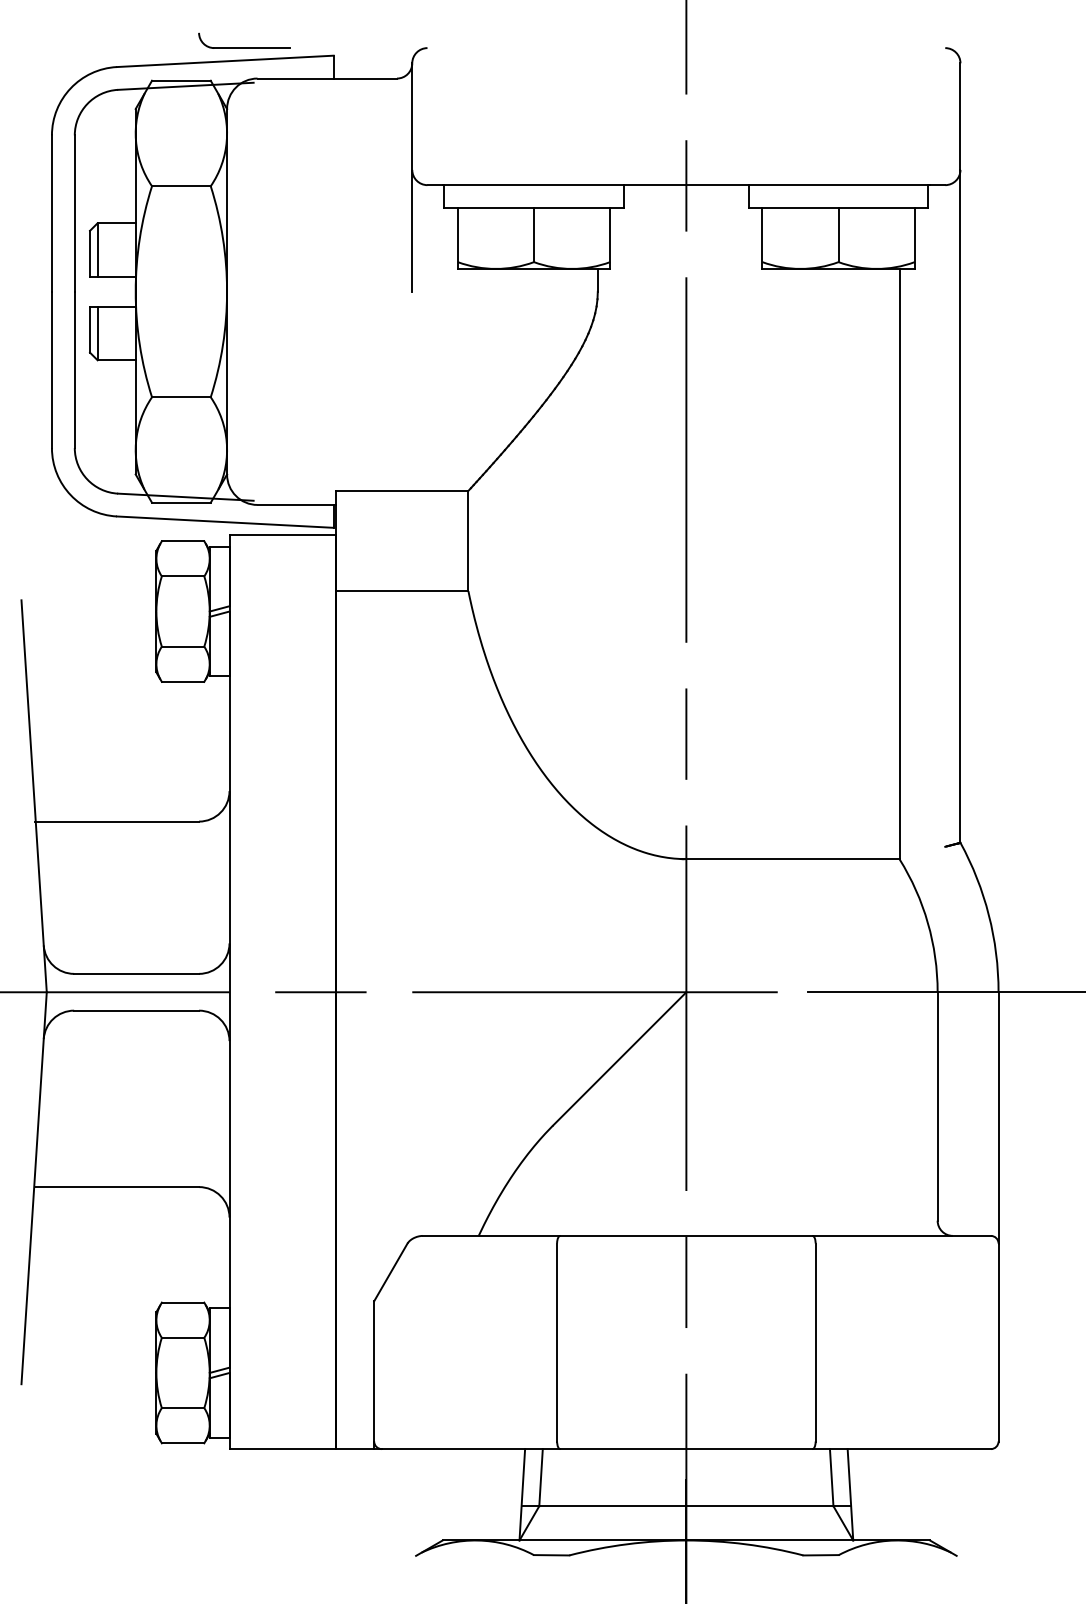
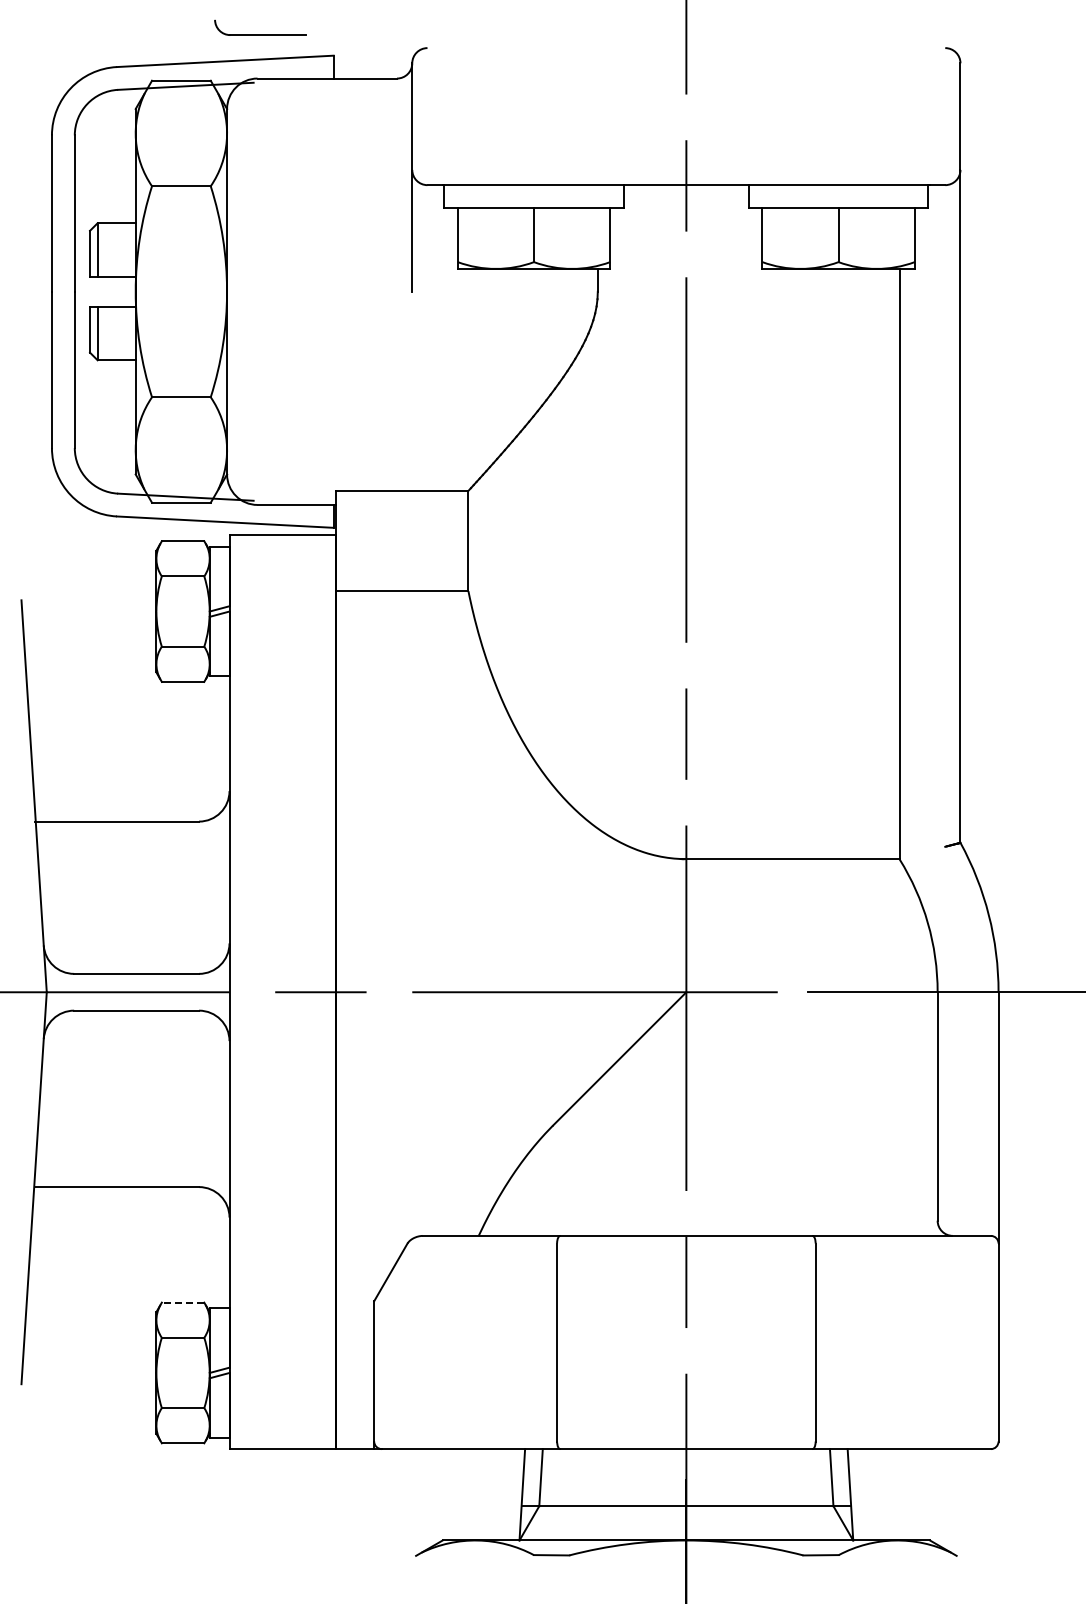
part at (244, 47) position: (244, 47) -> (260, 34)
line at (182, 1302): solid -> dashed
